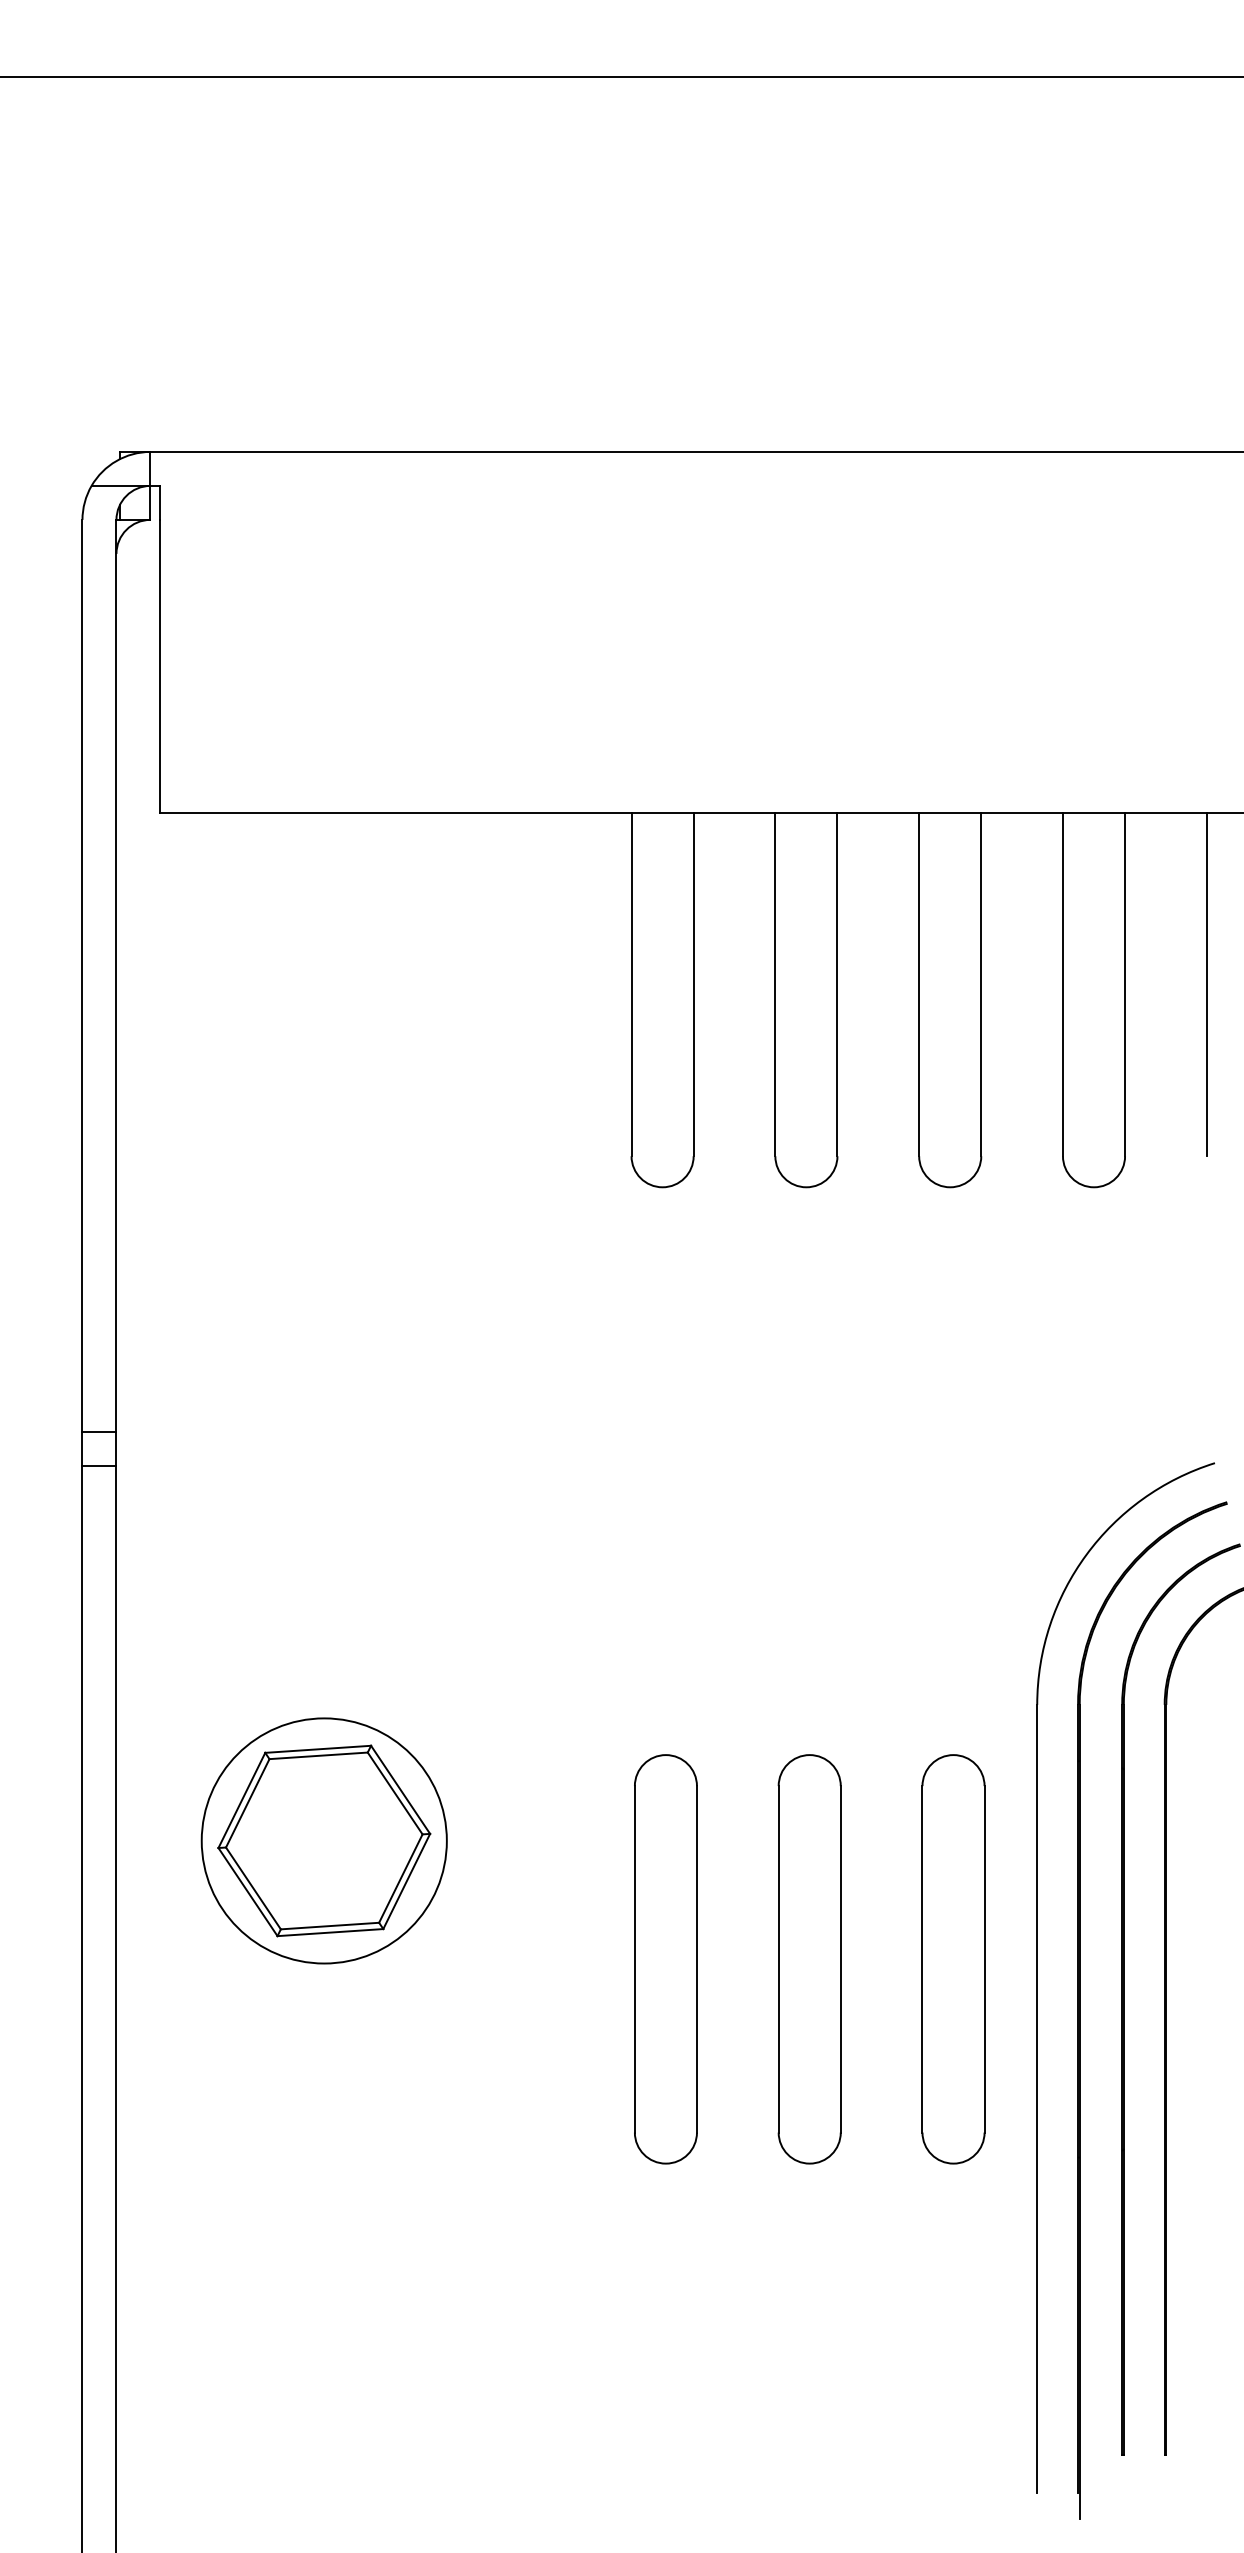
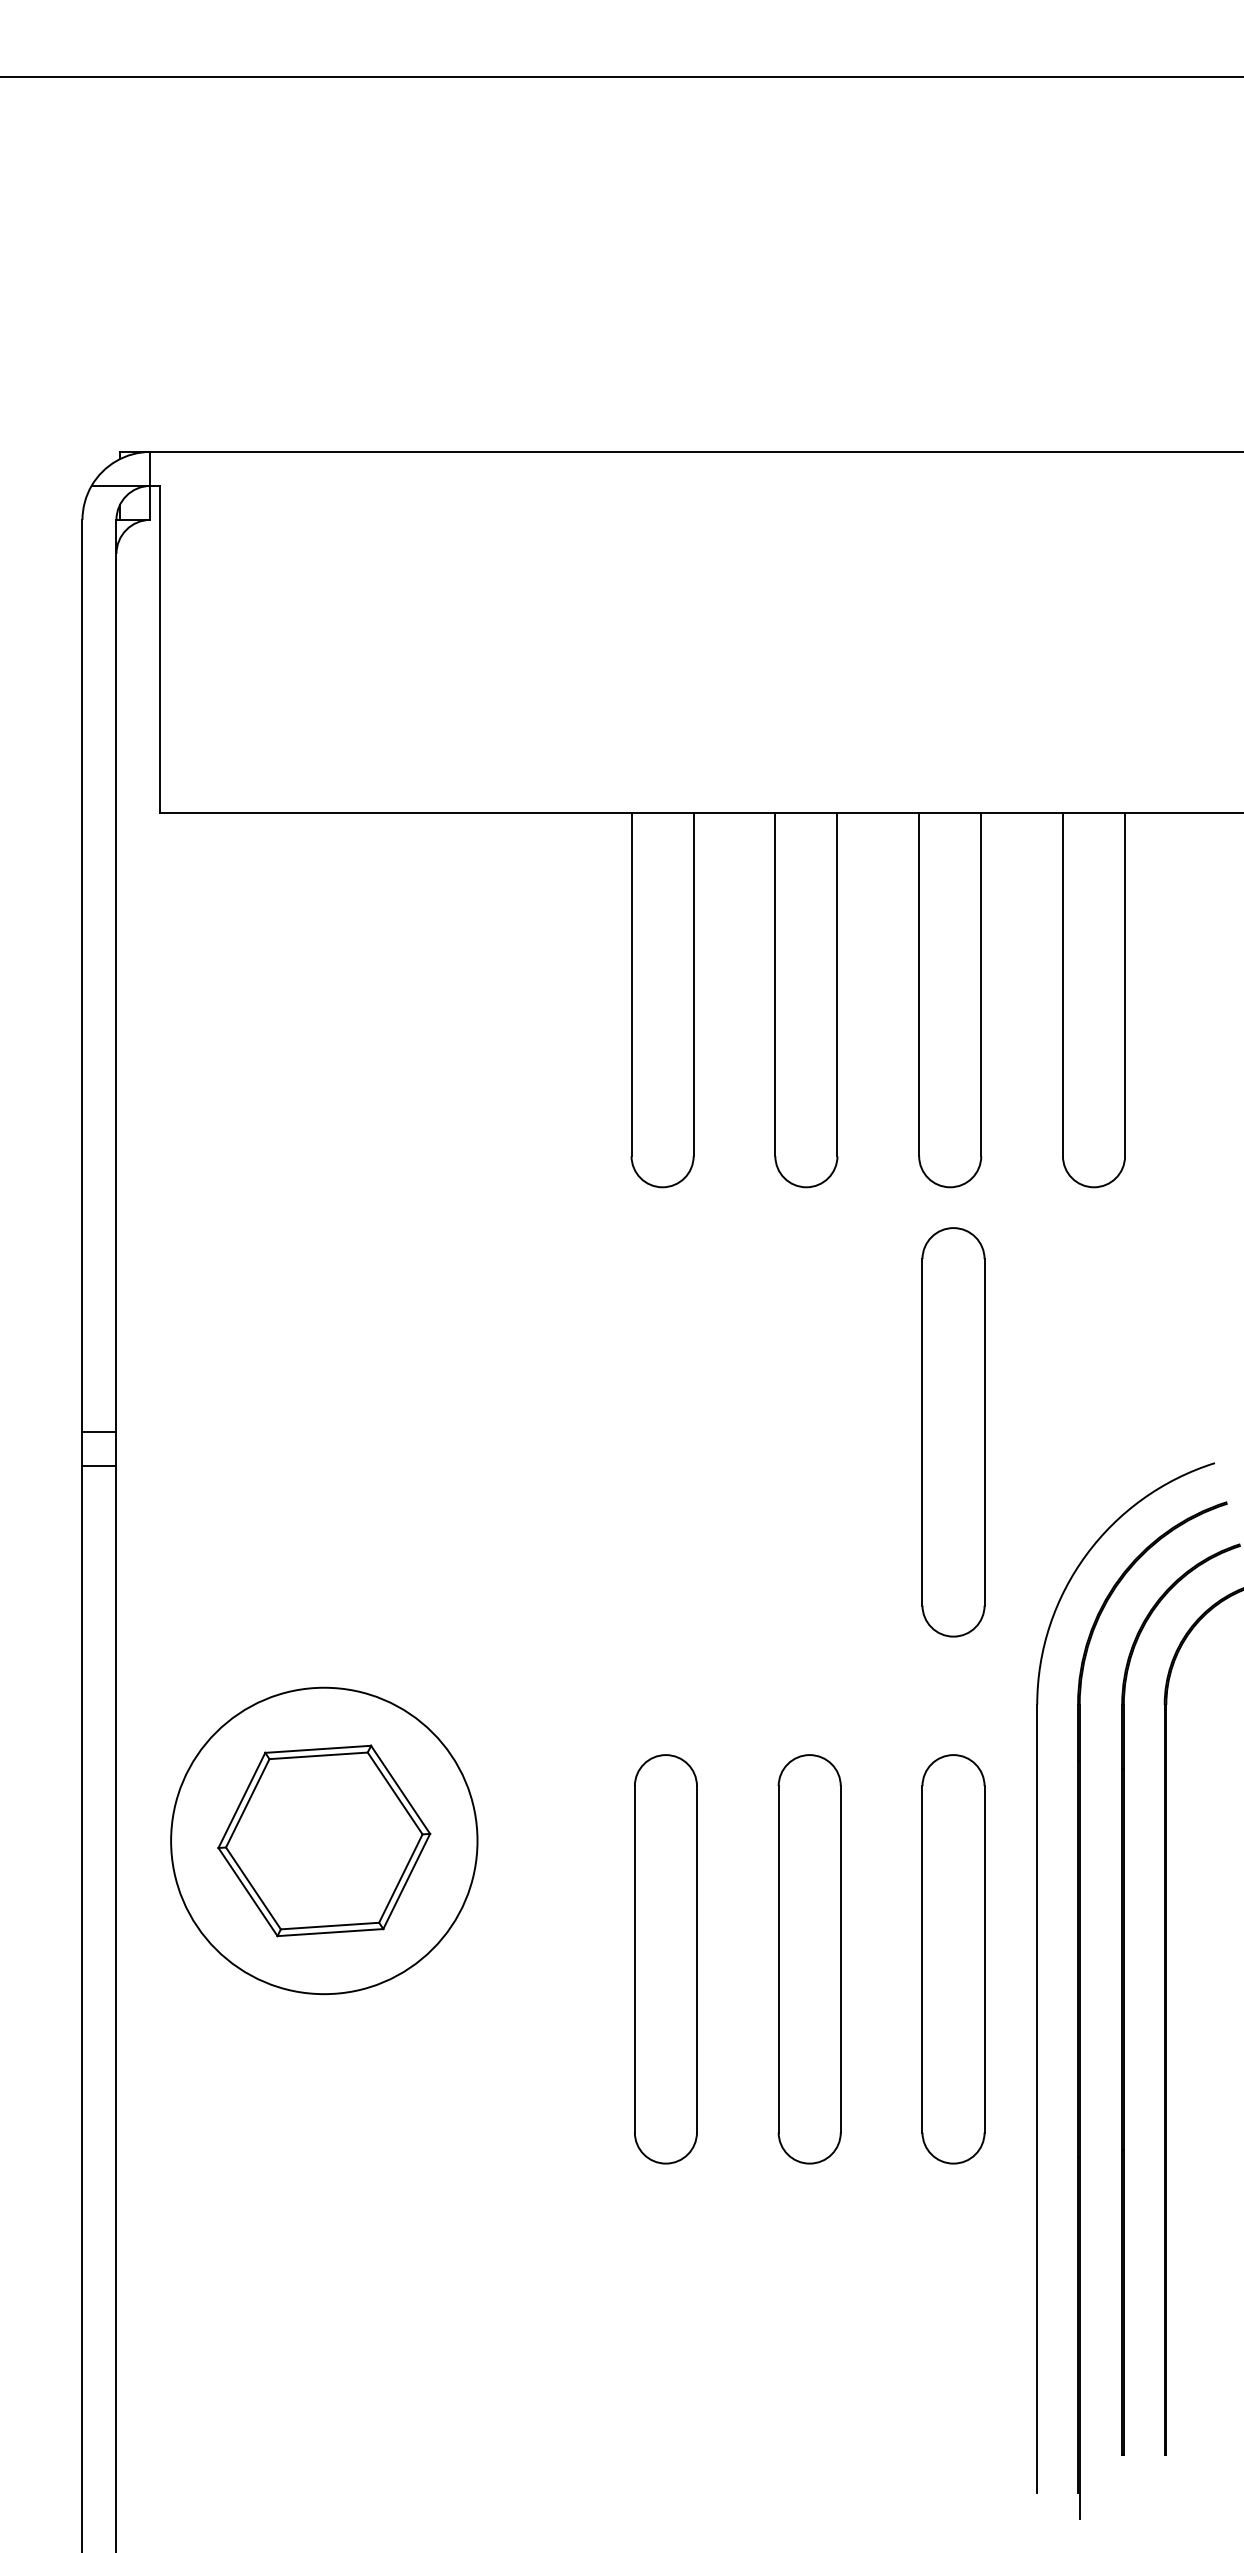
line at (1206, 984): present -> none
part at (953, 1432): none -> present
circle at (323, 1840) diameter: 245 px -> 306 px
